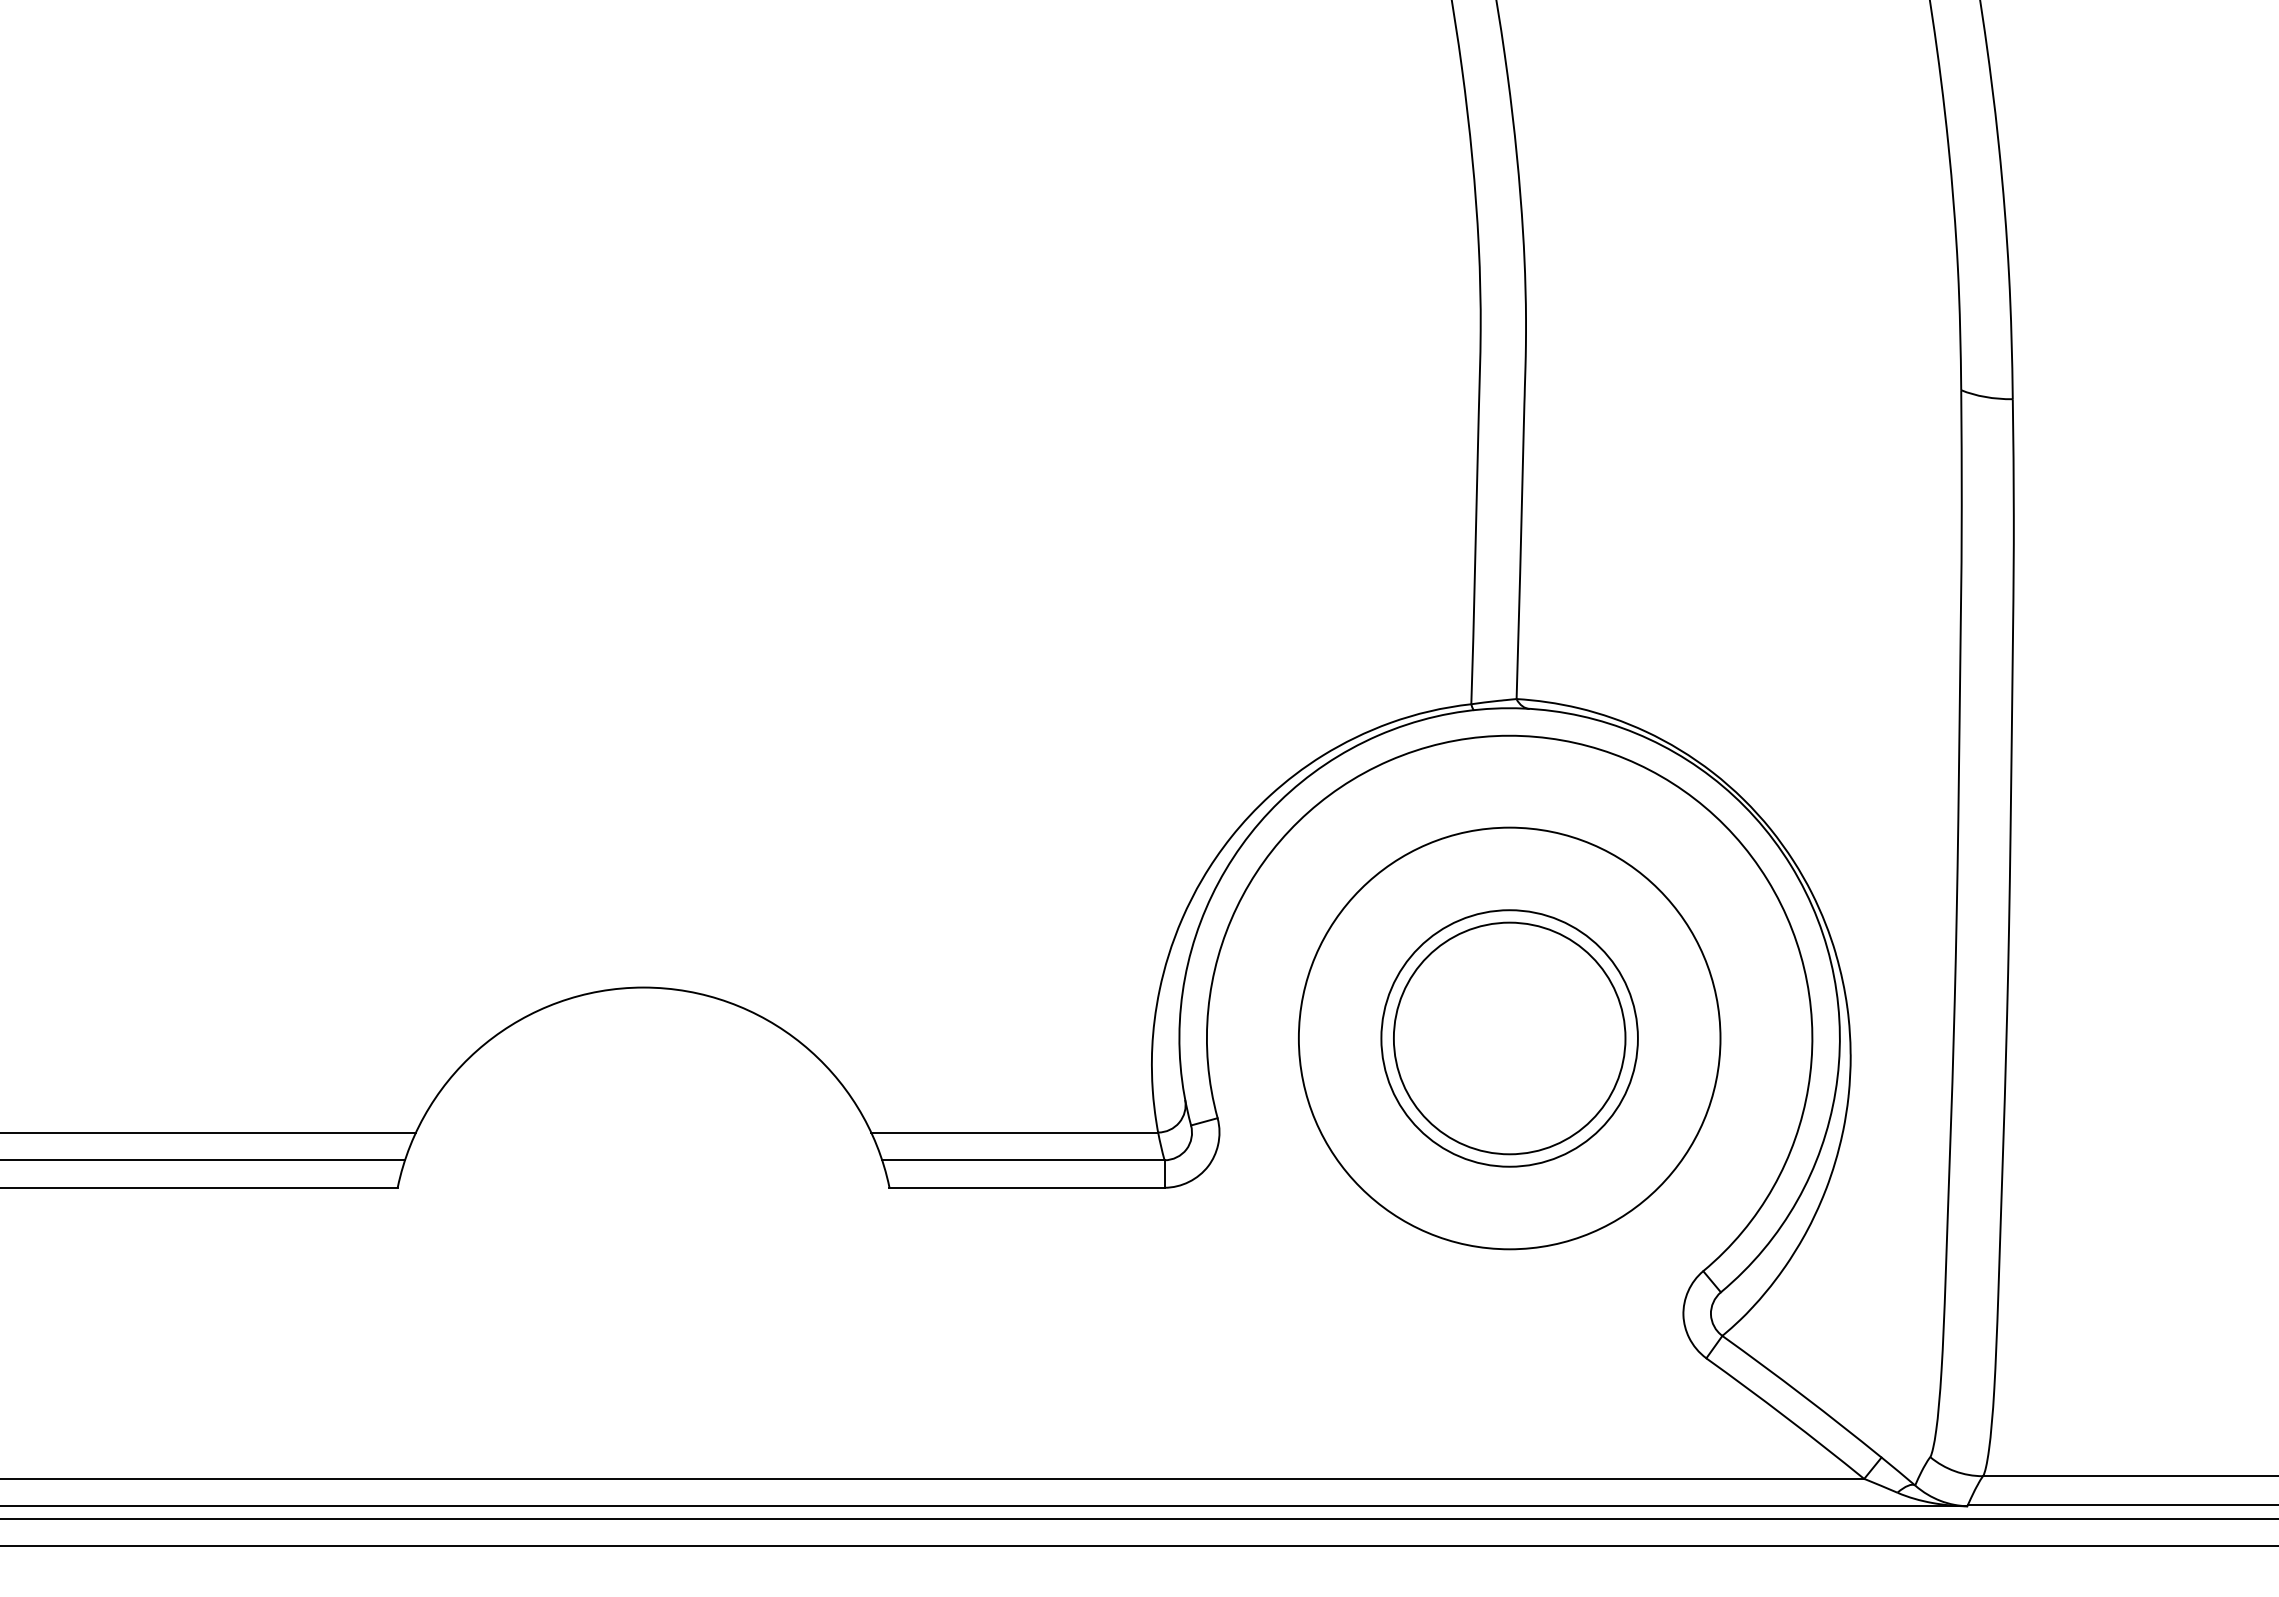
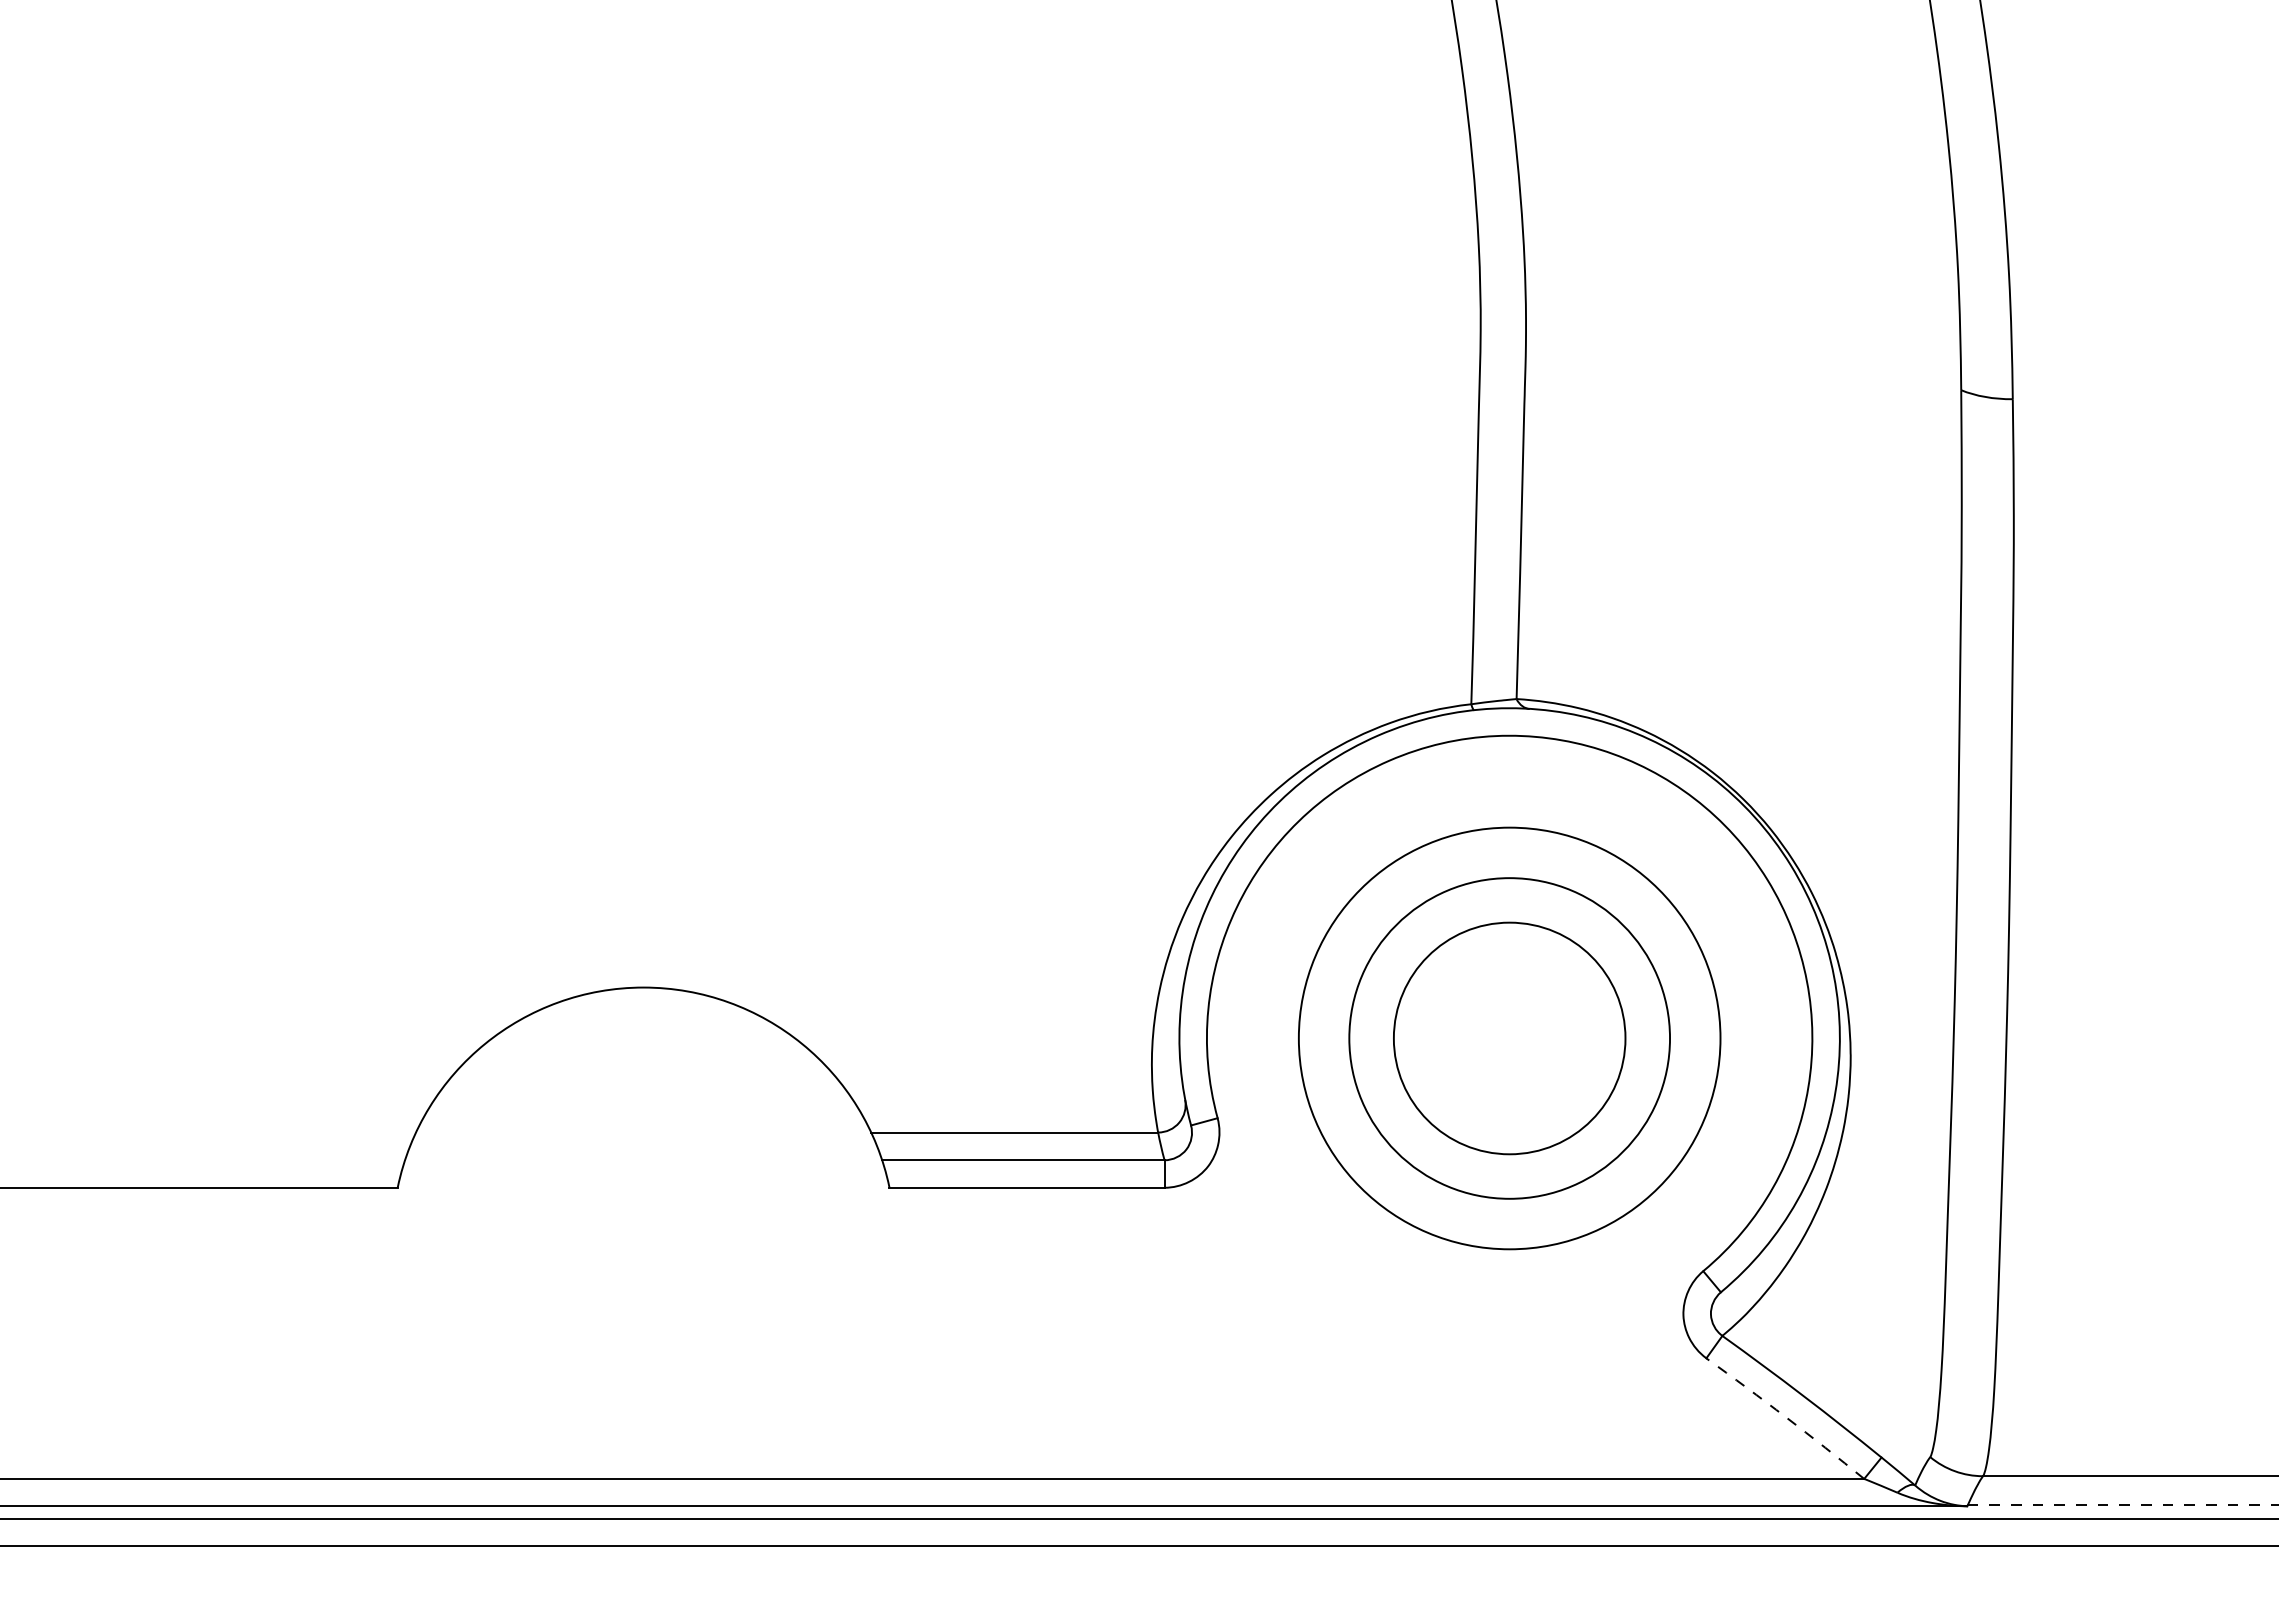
circle at (1509, 1038) diameter: 257 px -> 321 px
line at (209, 1132): present -> none
line at (203, 1160): present -> none
arc at (1786, 1417): solid -> dashed
line at (2122, 1505): solid -> dashed
